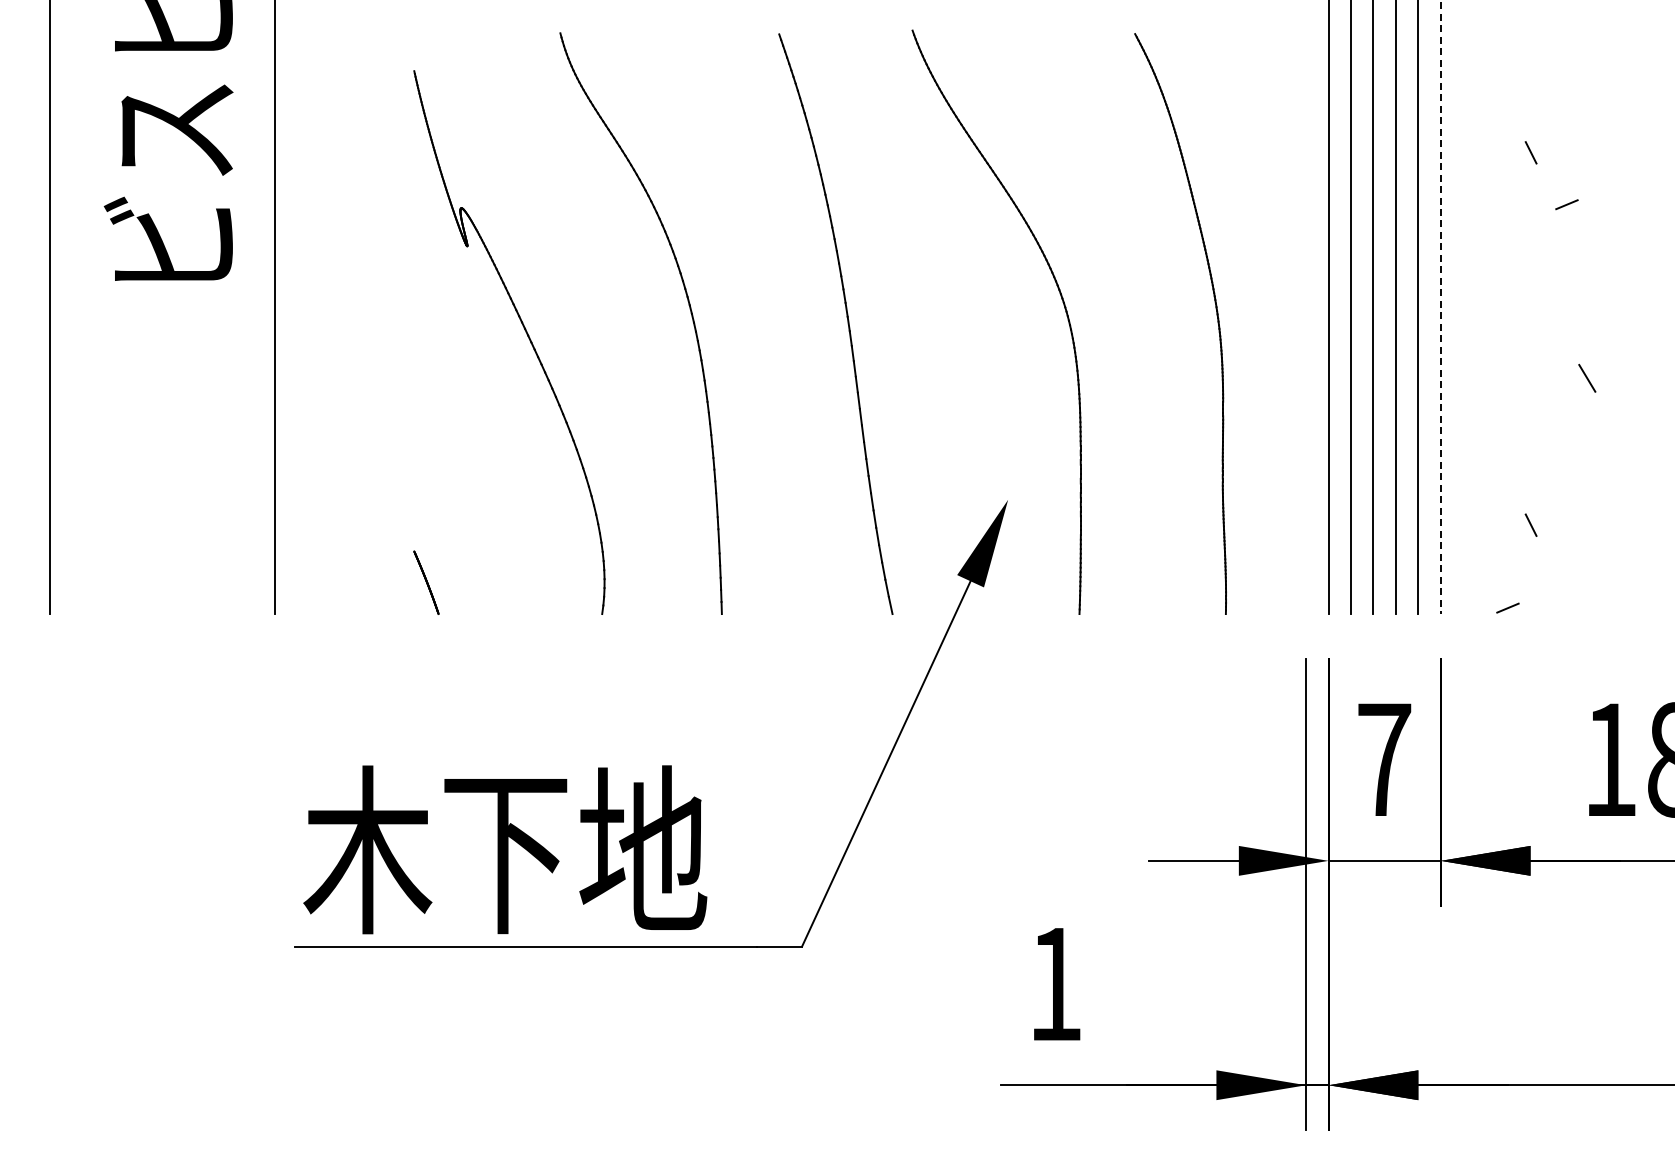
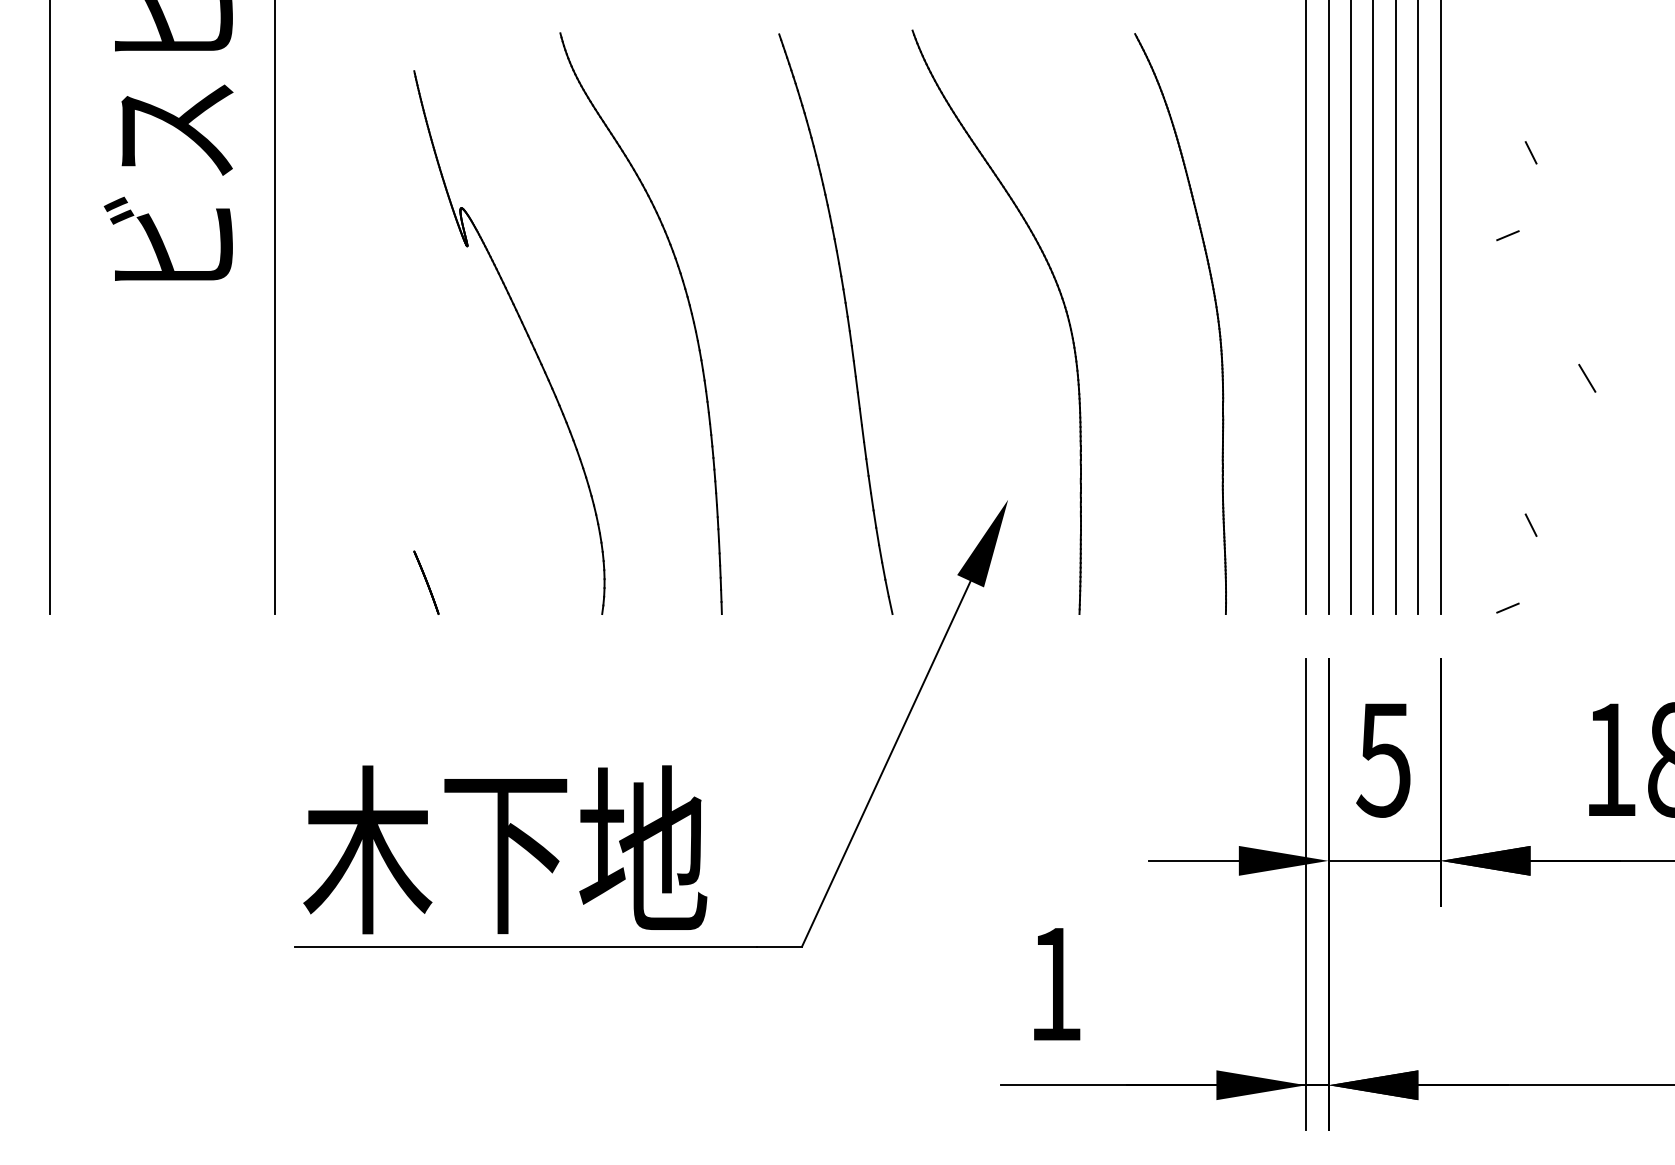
line at (1566, 204) position: (1566, 204) -> (1507, 235)
line at (1440, 307): dashed -> solid
line at (1306, 308): none -> present
text at (1383, 760): 7 -> 5
